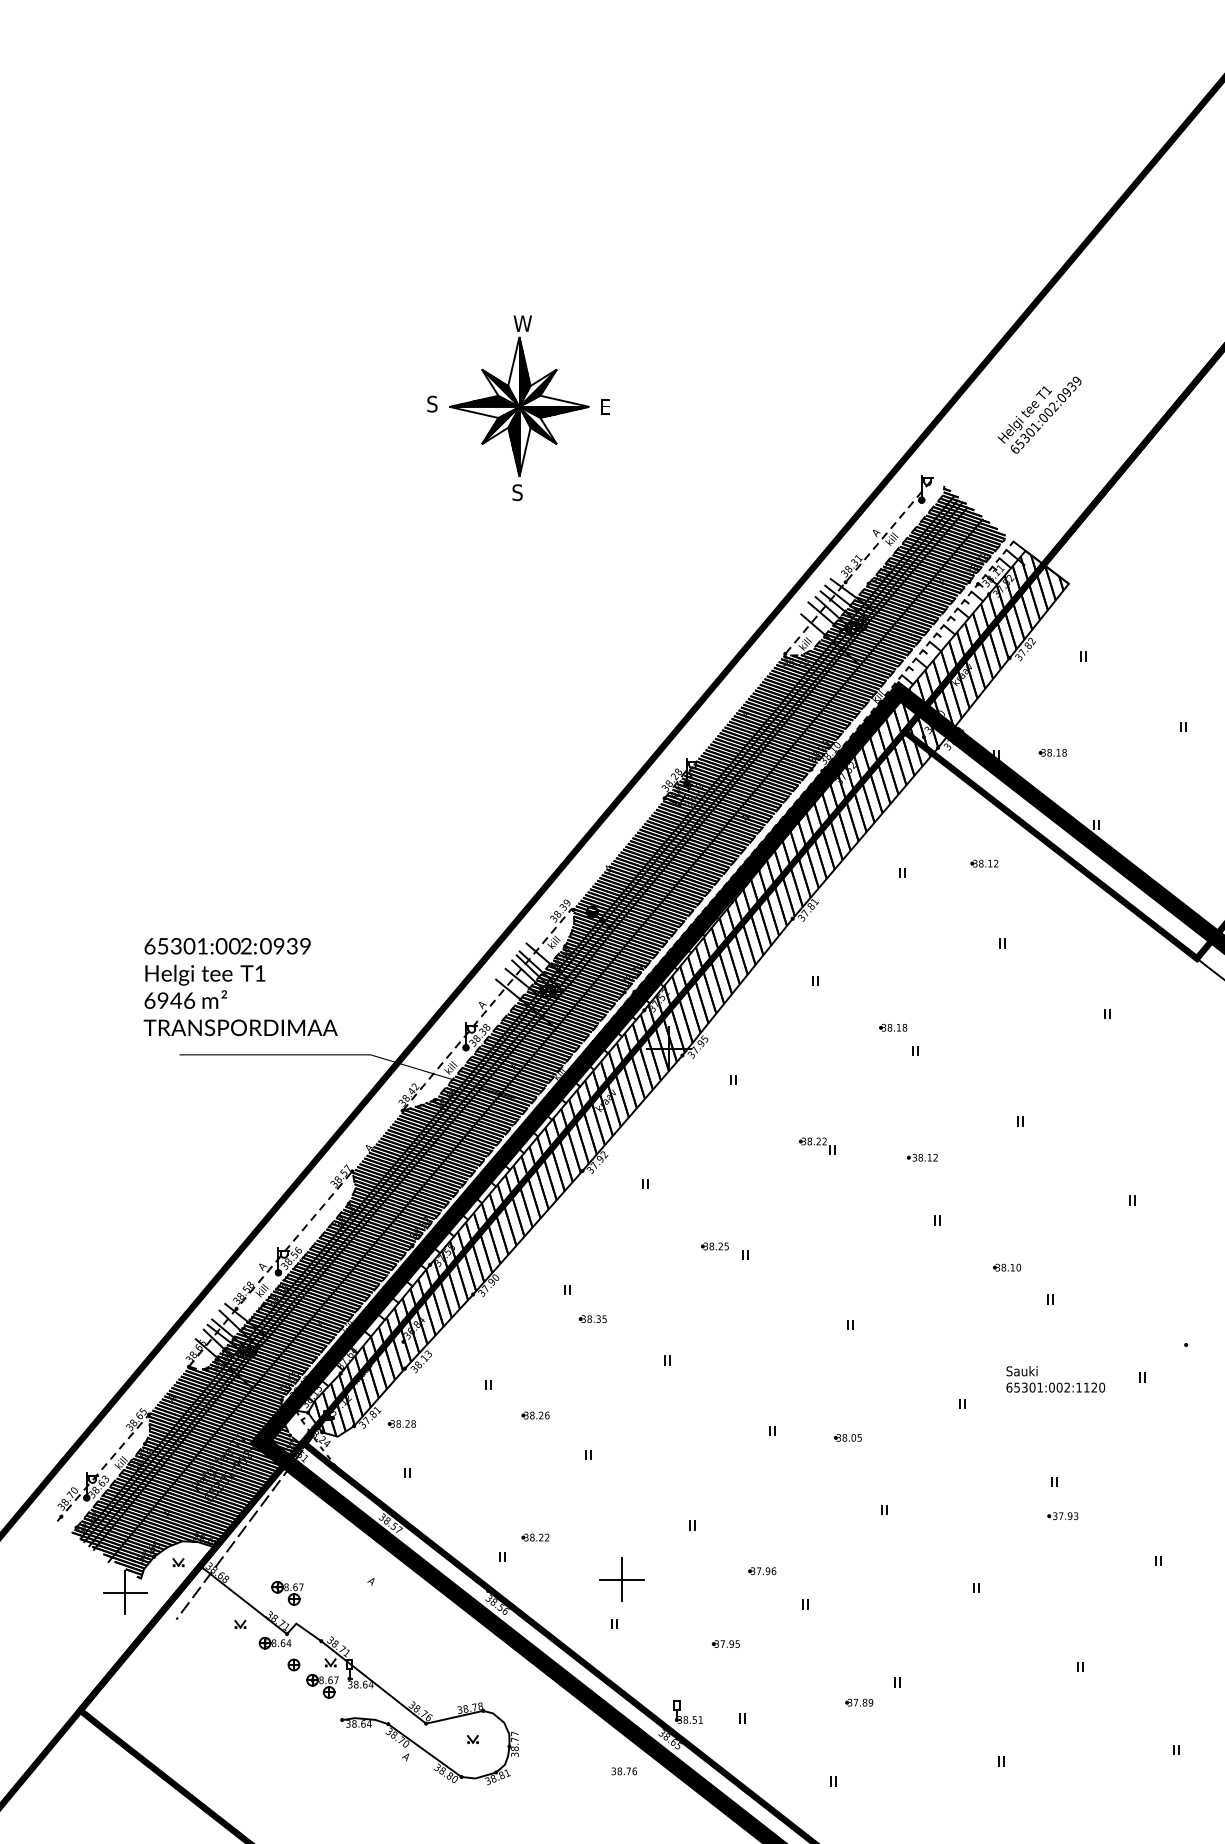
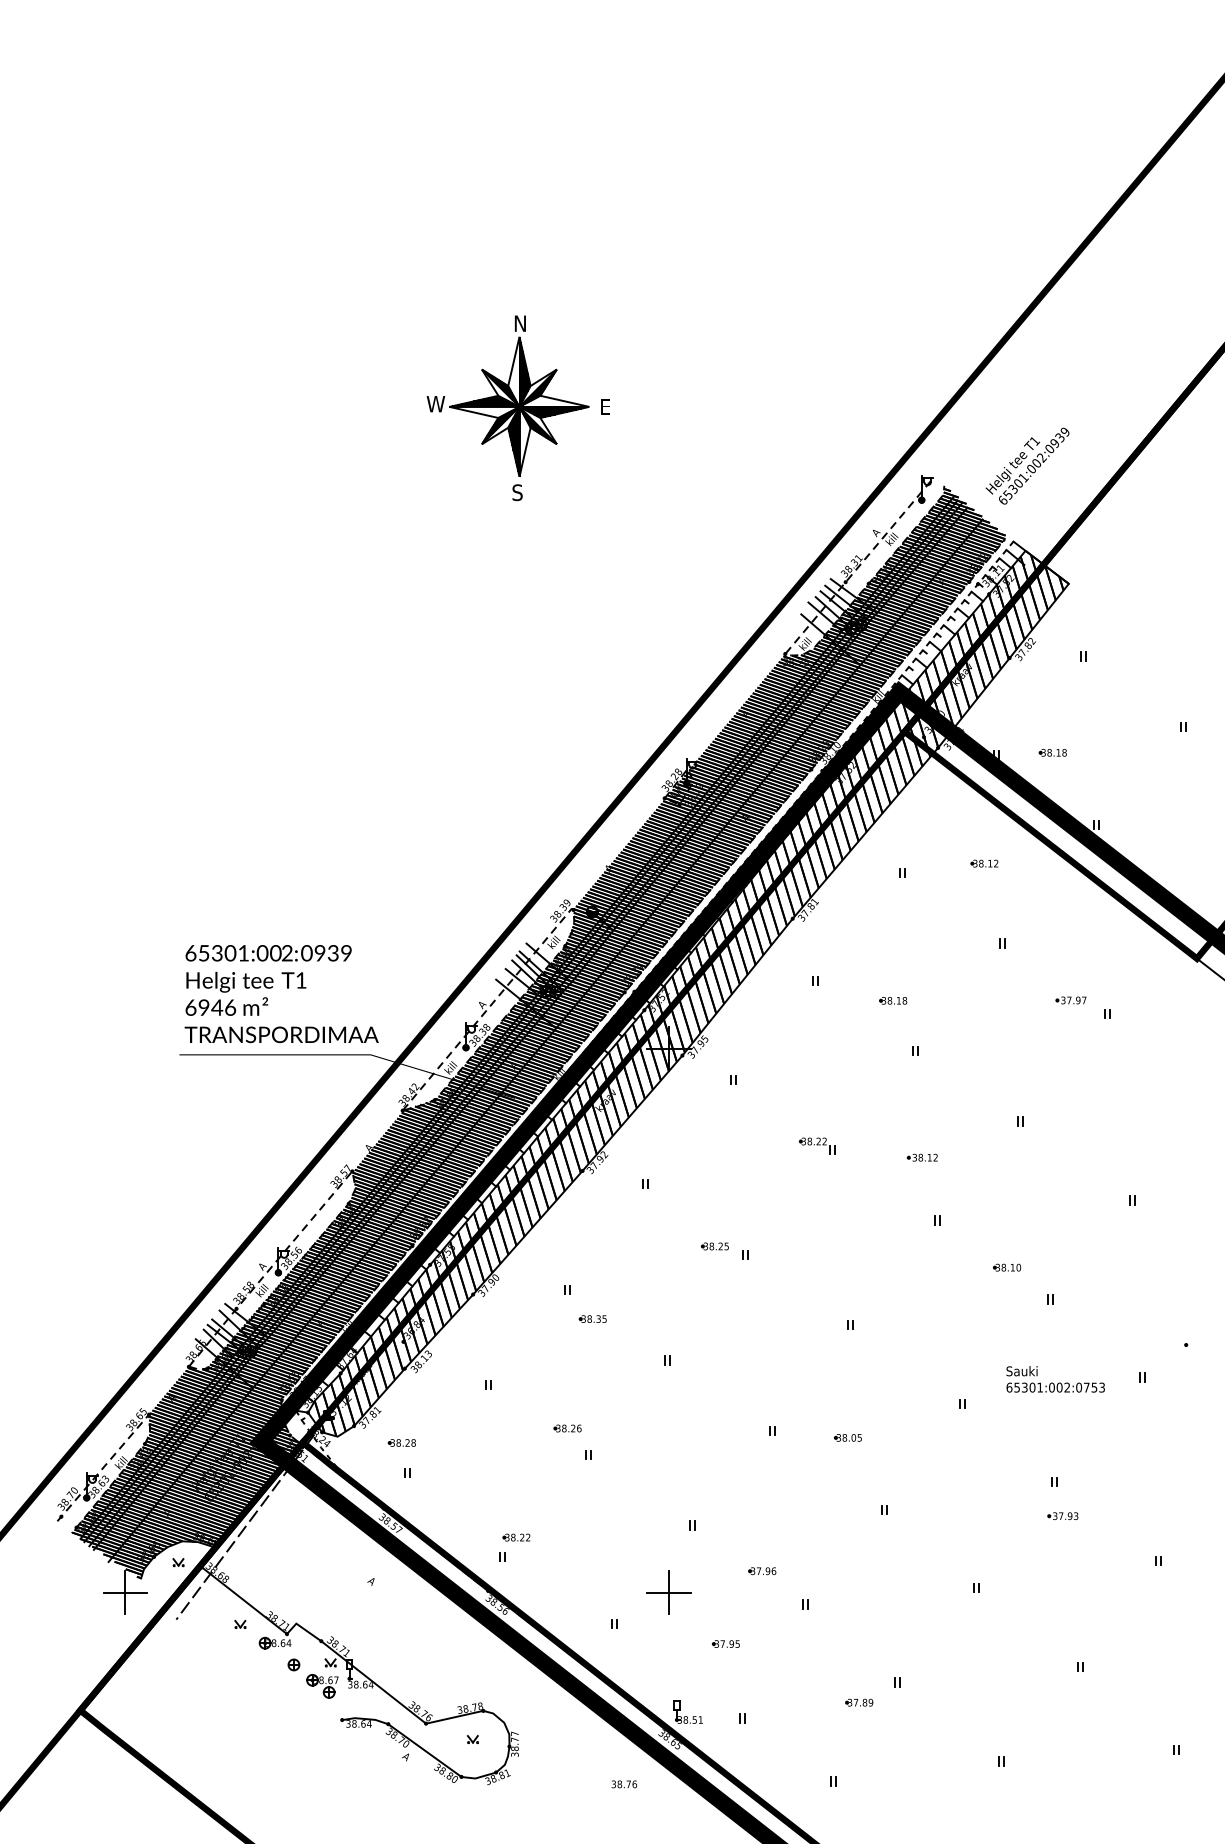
text at (522, 323): W -> N
text at (435, 403): S -> W
text at (1039, 414) position: (1039, 414) -> (1027, 465)
text at (240, 987) position: (240, 987) -> (281, 994)
part at (1070, 1000): none -> present
part at (893, 1027) position: (893, 1027) -> (893, 1000)
text at (1090, 1387): 65301:002:1120 -> 65301:002:0753
part at (535, 1415) position: (535, 1415) -> (567, 1428)
part at (401, 1423) position: (401, 1423) -> (401, 1442)
part at (535, 1537) position: (535, 1537) -> (516, 1537)
part at (621, 1579) position: (621, 1579) -> (668, 1592)
part at (287, 1593): present -> none
text at (624, 1771) position: (624, 1771) -> (624, 1784)
